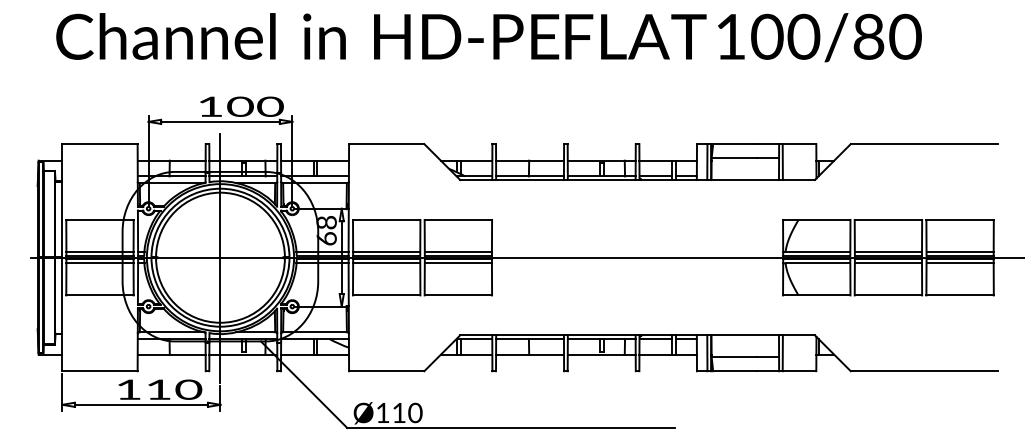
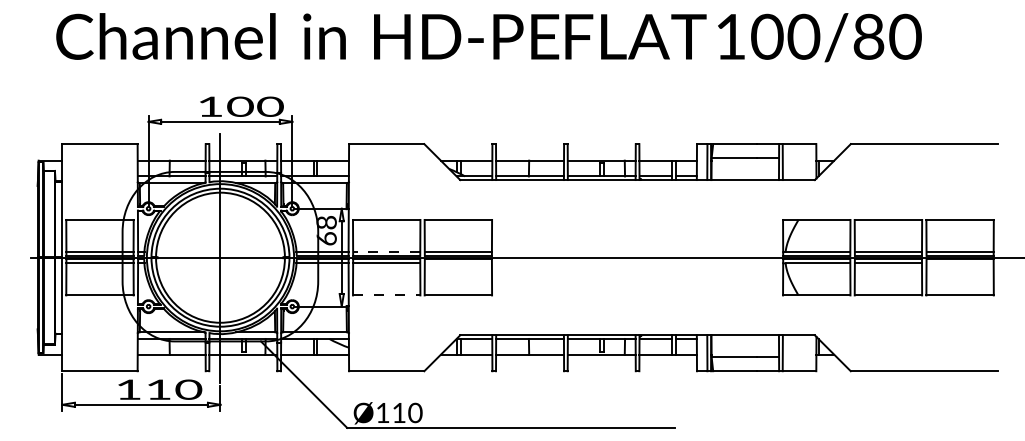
line at (386, 251): solid -> dashed
line at (457, 263): present -> none
line at (959, 263): present -> none
line at (386, 295): solid -> dashed
